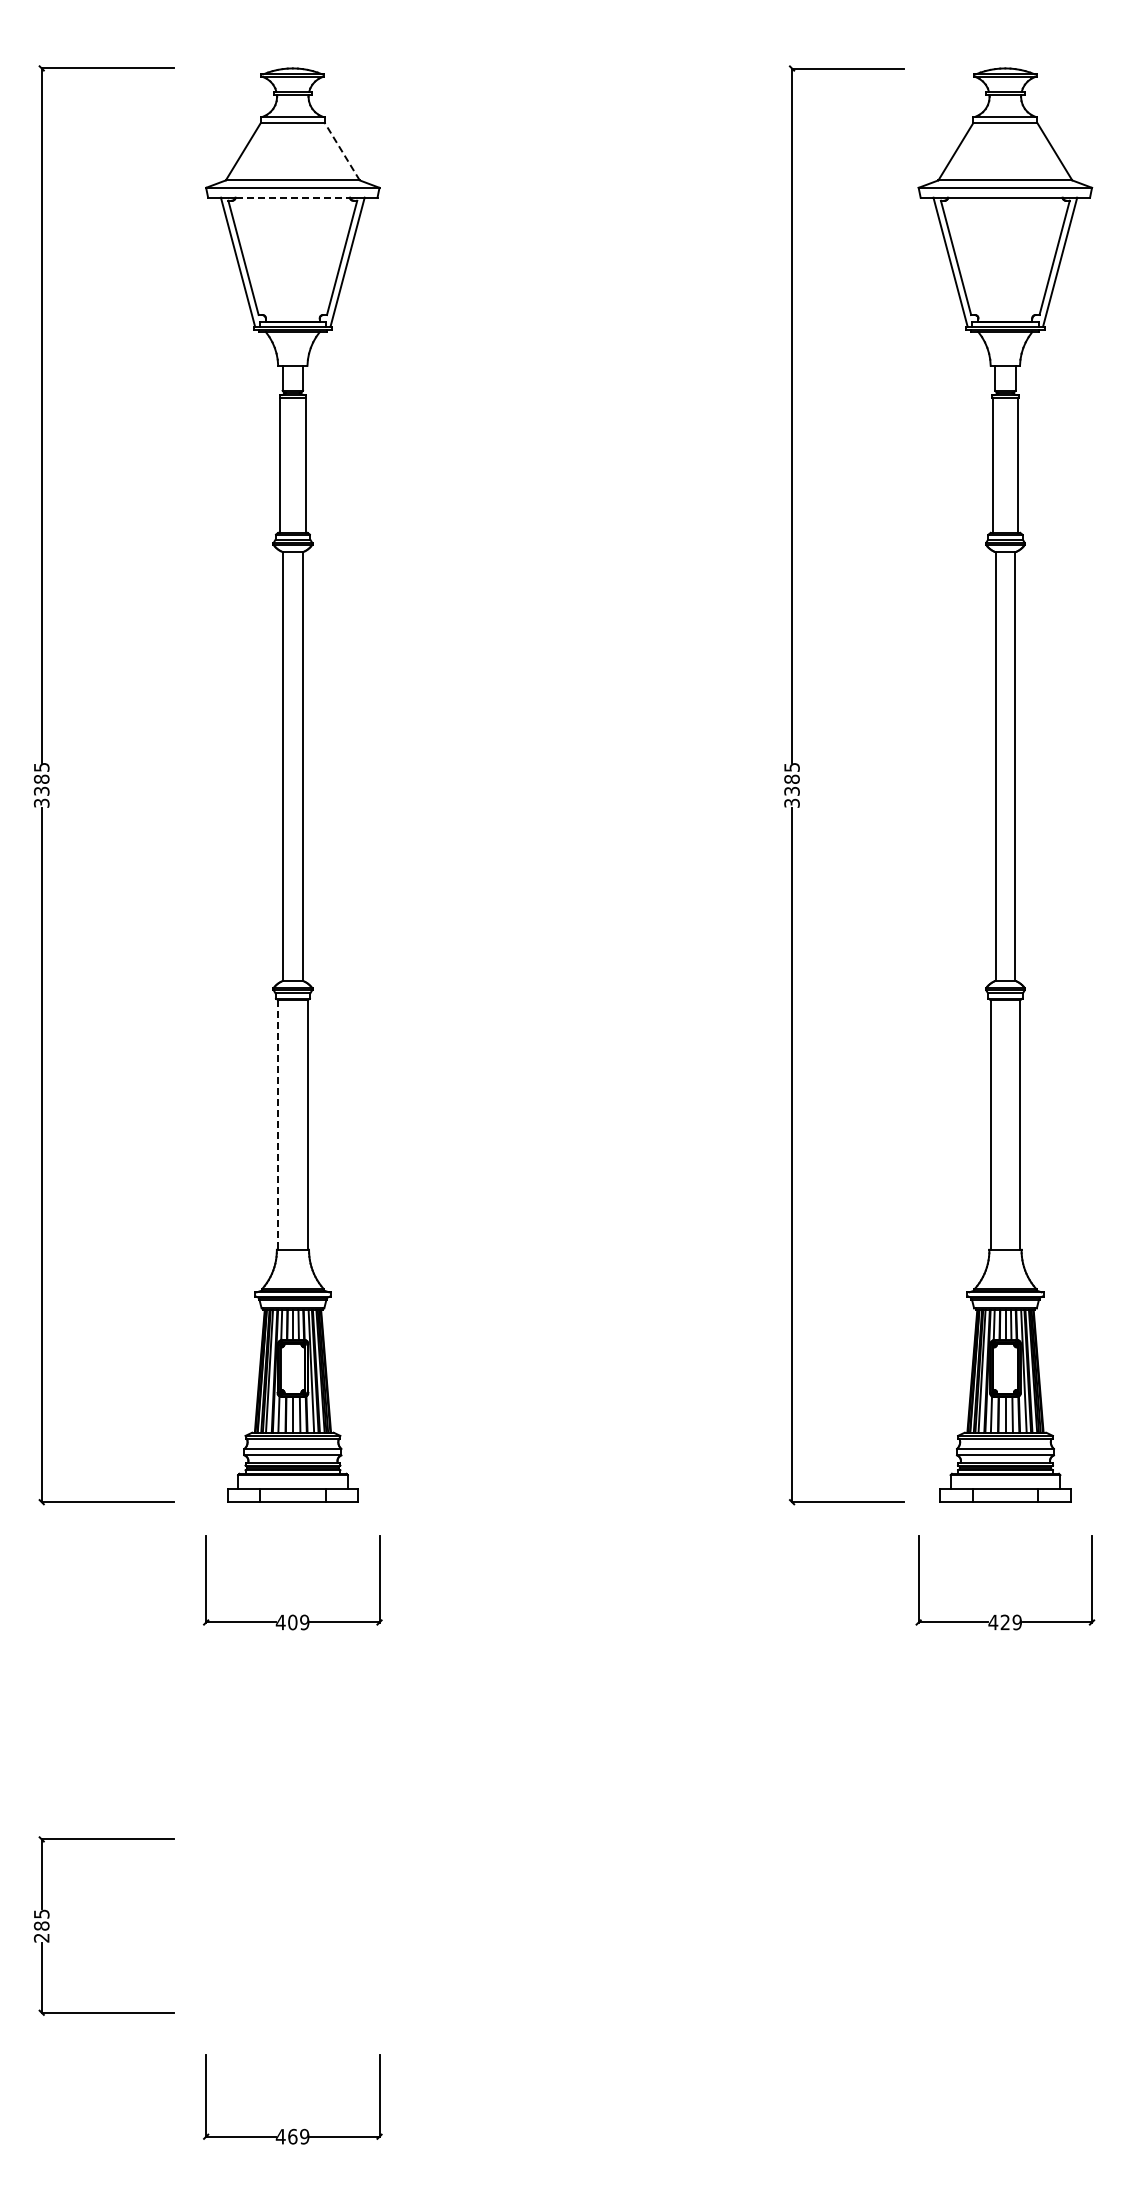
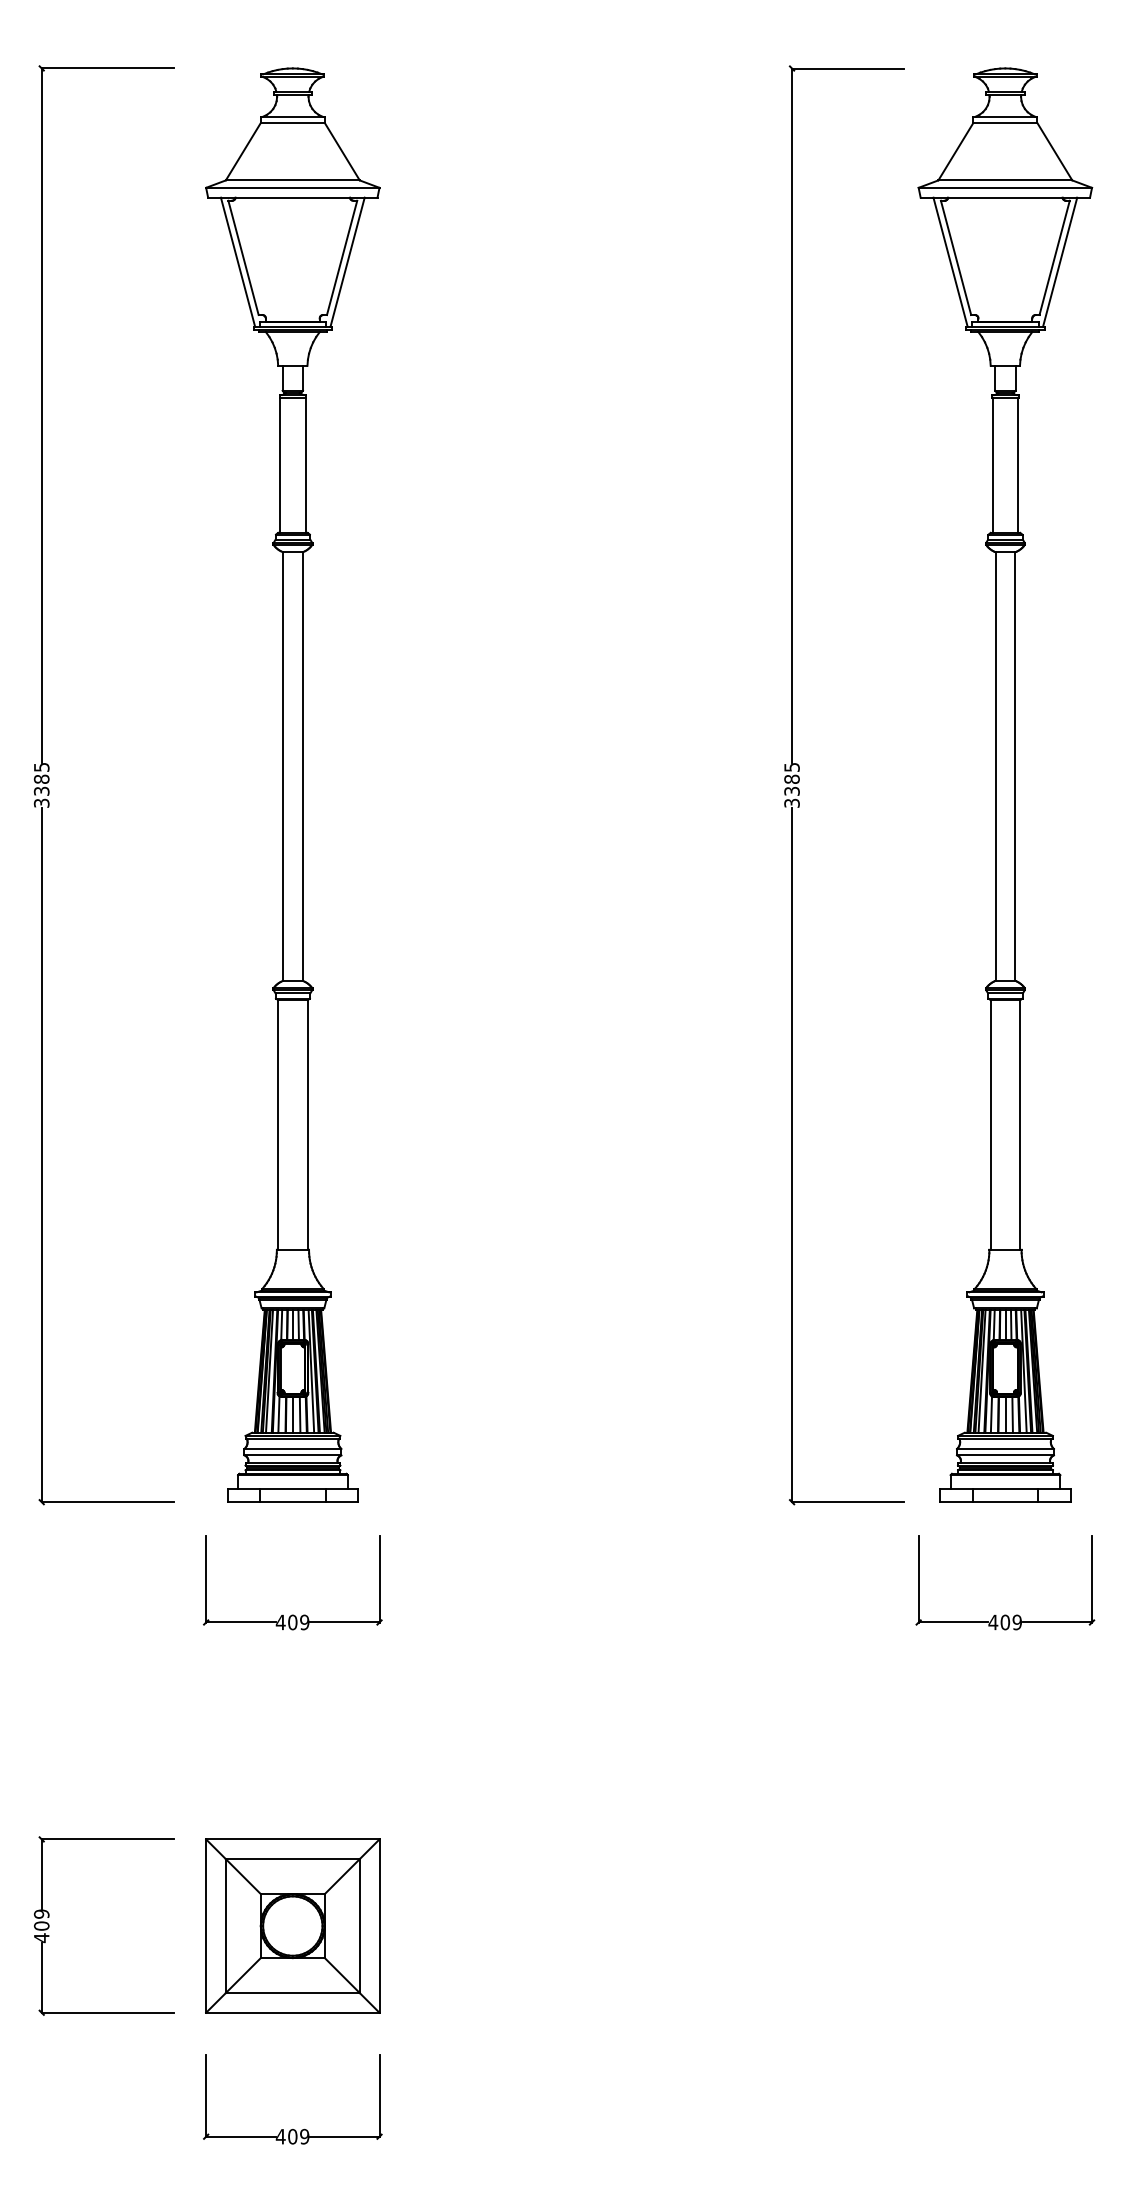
line at (342, 151): dashed -> solid
line at (293, 197): dashed -> solid
line at (278, 1125): dashed -> solid
text at (1005, 1622): 429 -> 409
part at (292, 1925): none -> present
text at (41, 1926): 285 -> 409
text at (292, 2136): 469 -> 409
